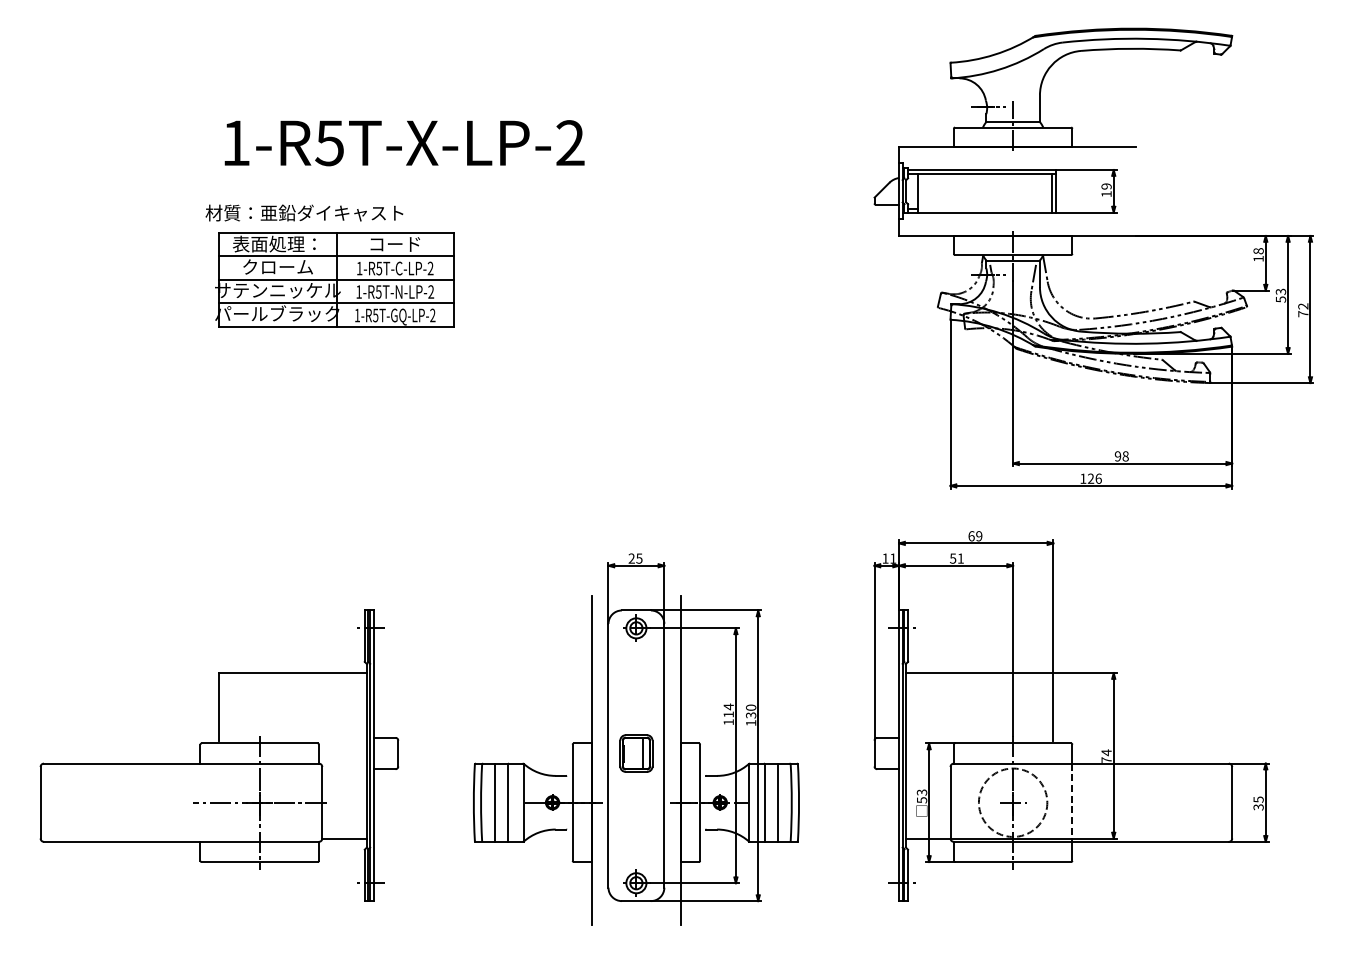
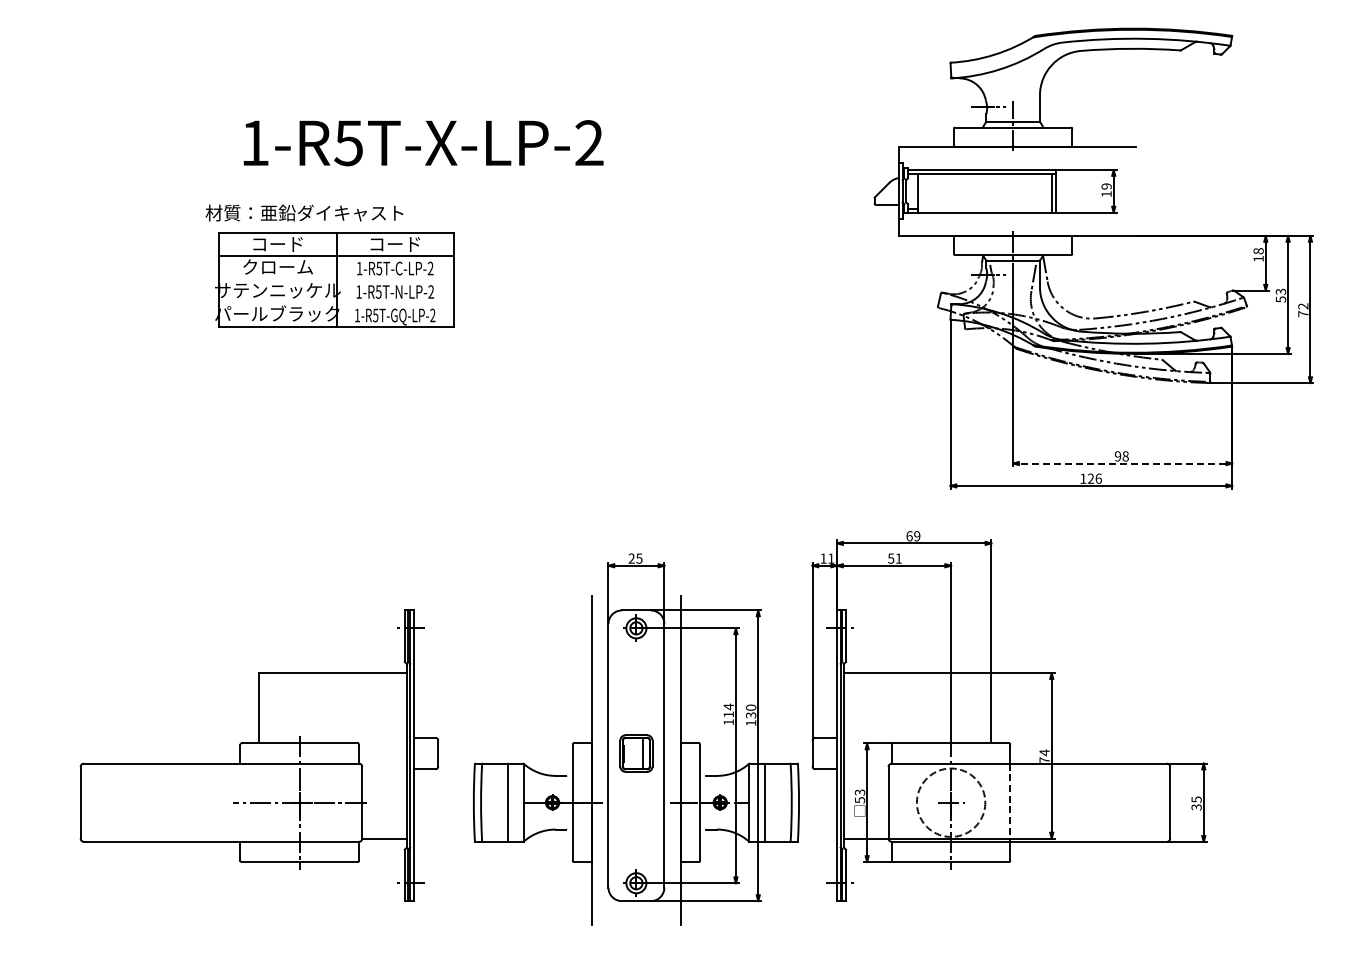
text at (404, 143) position: (404, 143) -> (423, 143)
text at (273, 243): 表面処理： -> コード
line at (336, 279): present -> none
line at (336, 303): present -> none
line at (1122, 463): solid -> dashed
part at (1071, 716) position: (1071, 716) -> (1009, 716)
part at (219, 755) position: (219, 755) -> (259, 755)
line at (494, 802): present -> none
line at (778, 802): present -> none
